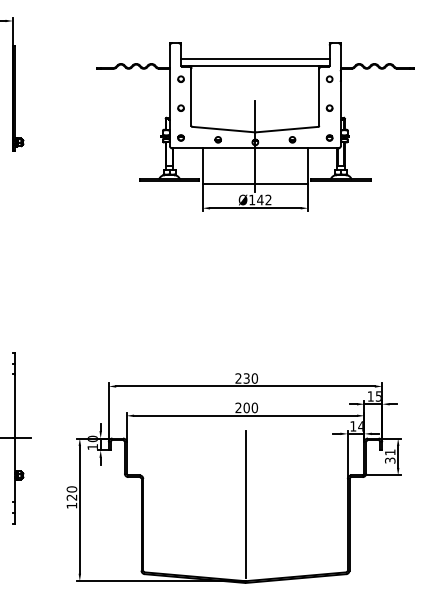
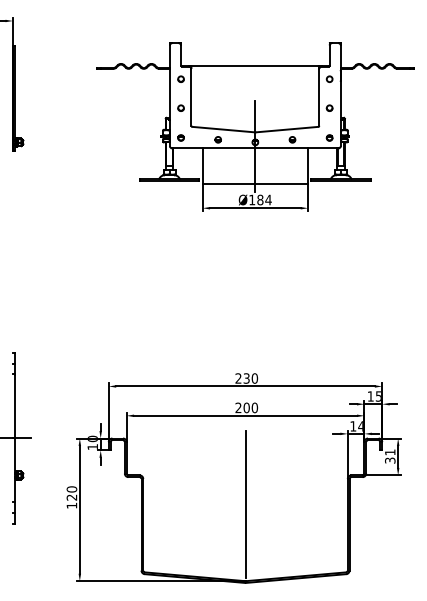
line at (255, 58): present -> none
text at (264, 199): Ø142 -> Ø184
